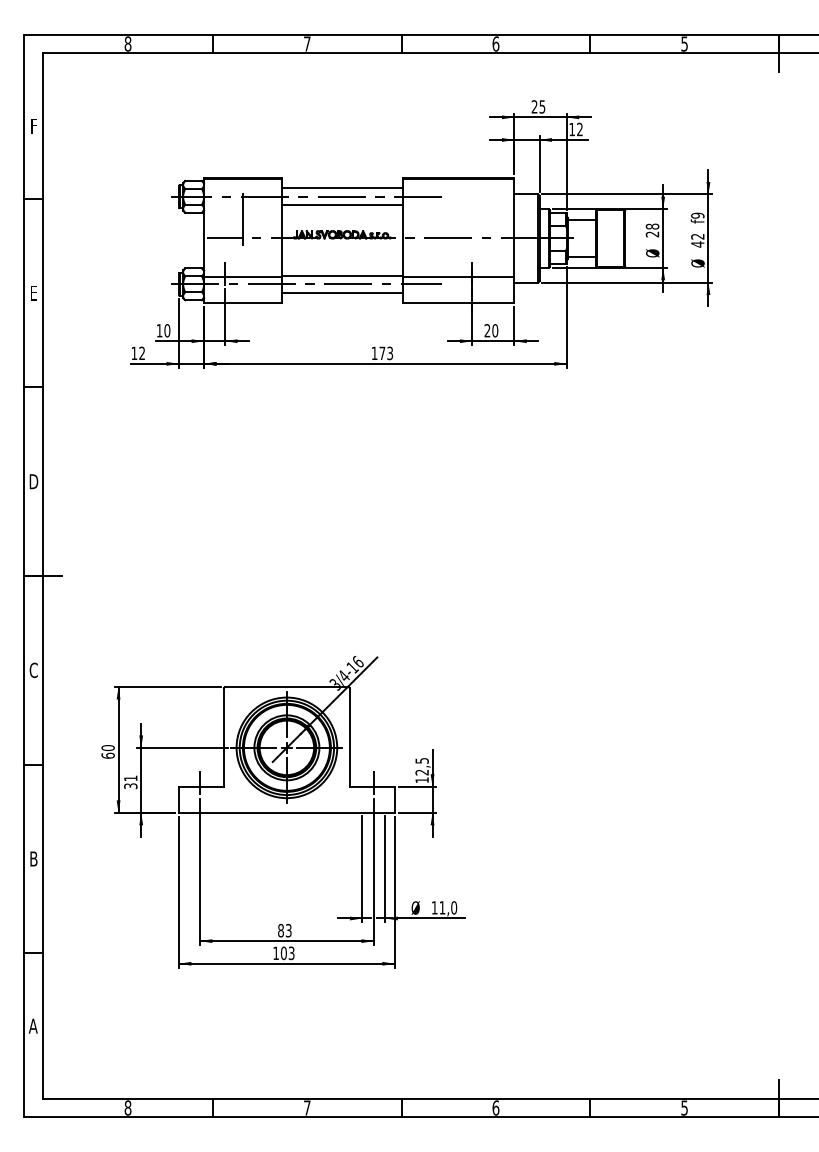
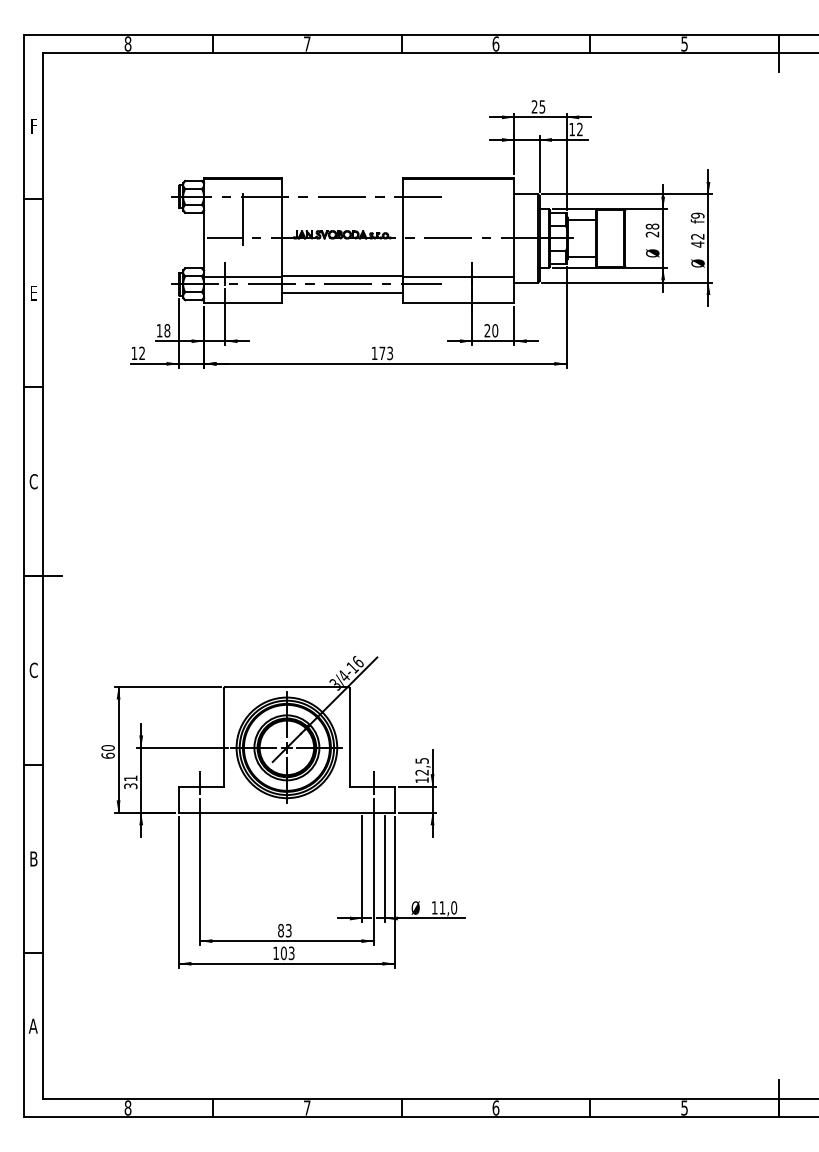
line at (342, 188): present -> none
line at (342, 205): present -> none
text at (167, 330): 10 -> 18
text at (33, 481): D -> C
